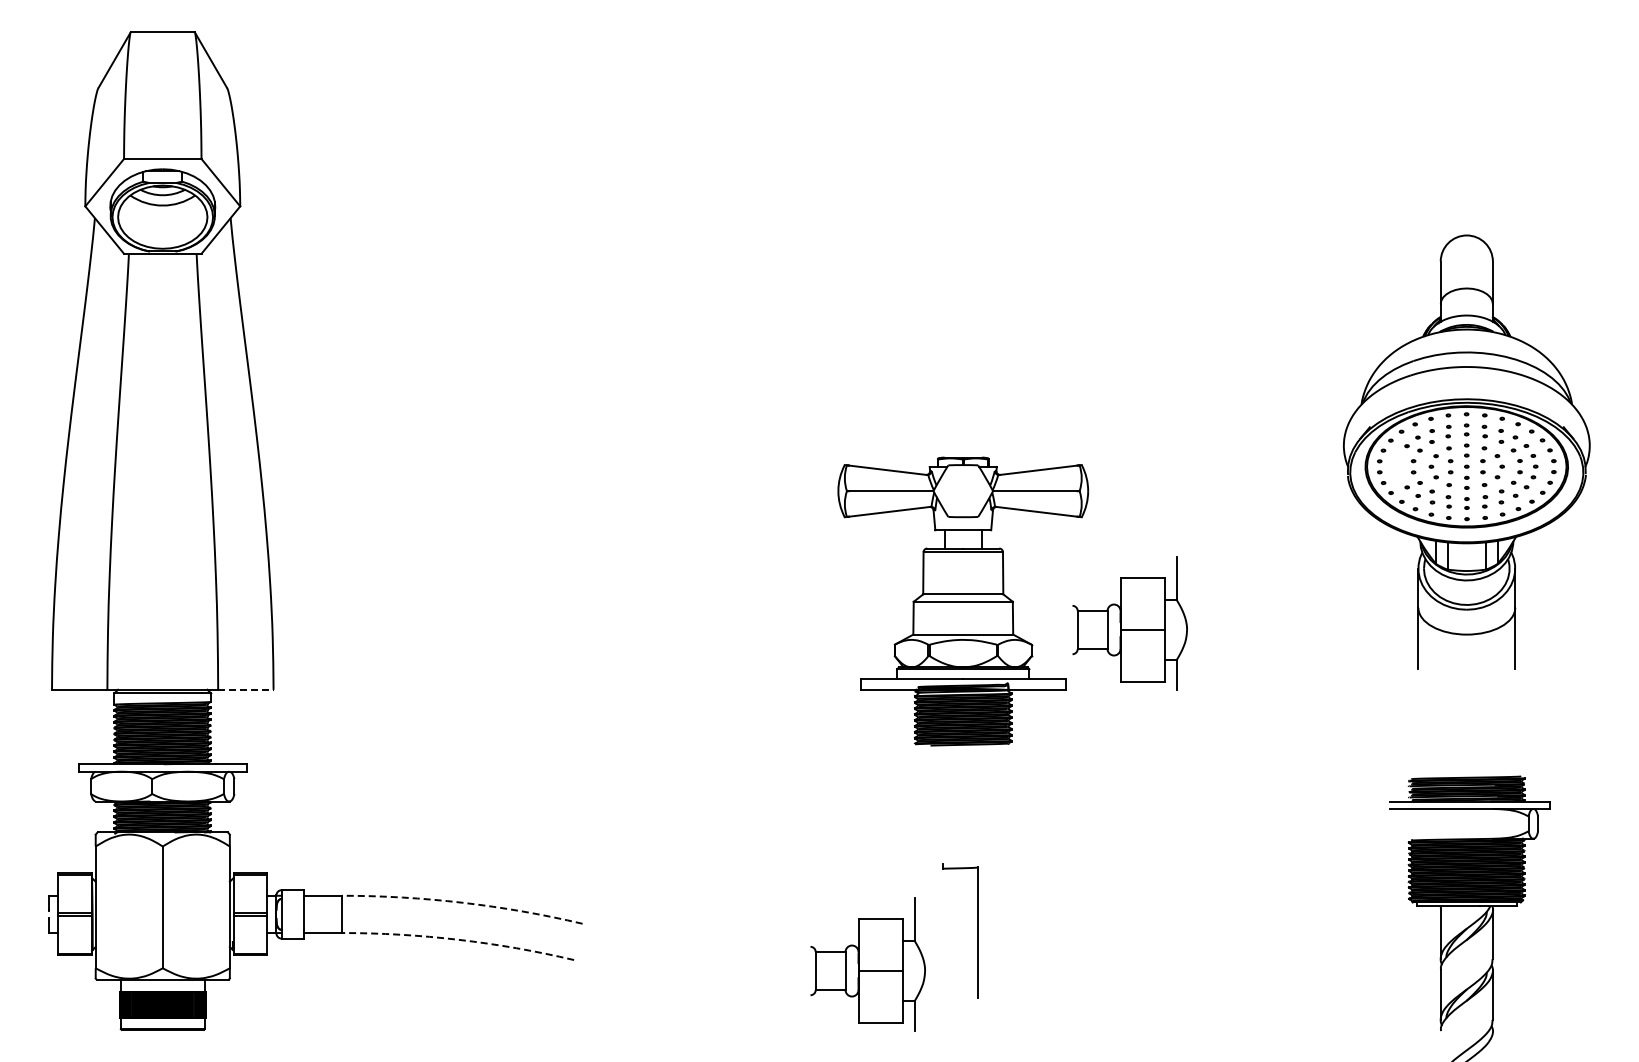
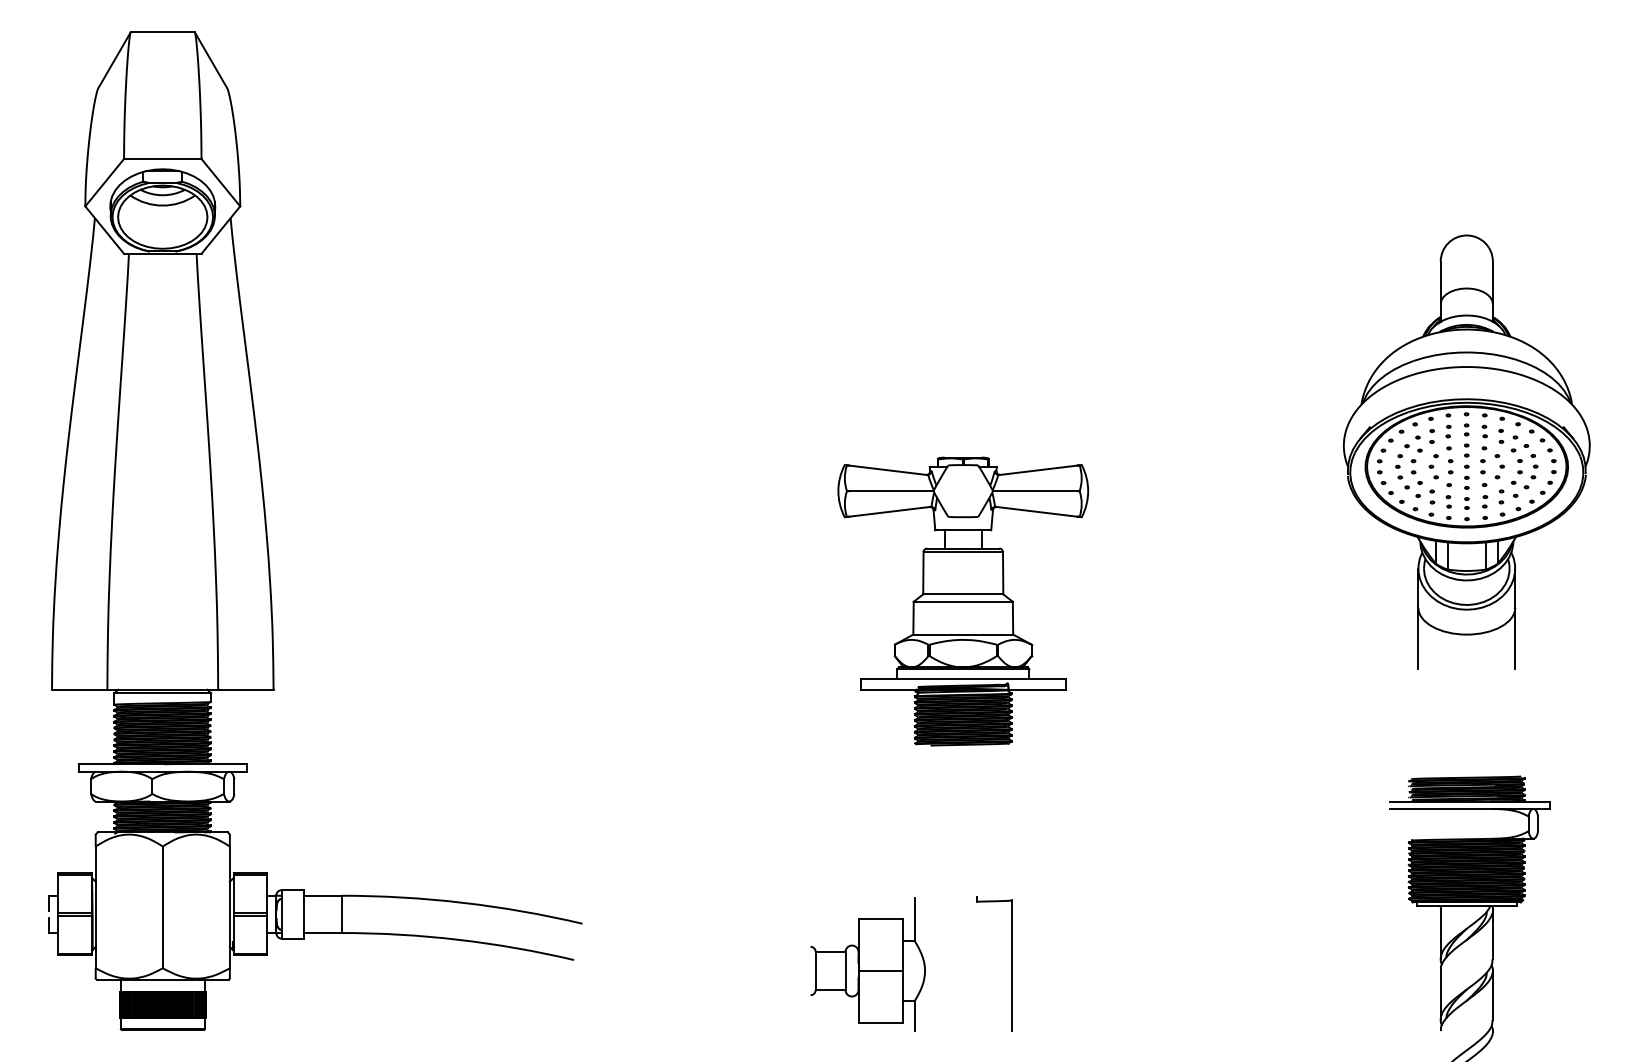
part at (1398, 466): none -> present
part at (1129, 623): present -> none
line at (245, 689): dashed -> solid
arc at (462, 902): dashed -> solid
part at (977, 930) position: (977, 930) -> (1011, 963)
arc at (458, 939): dashed -> solid
